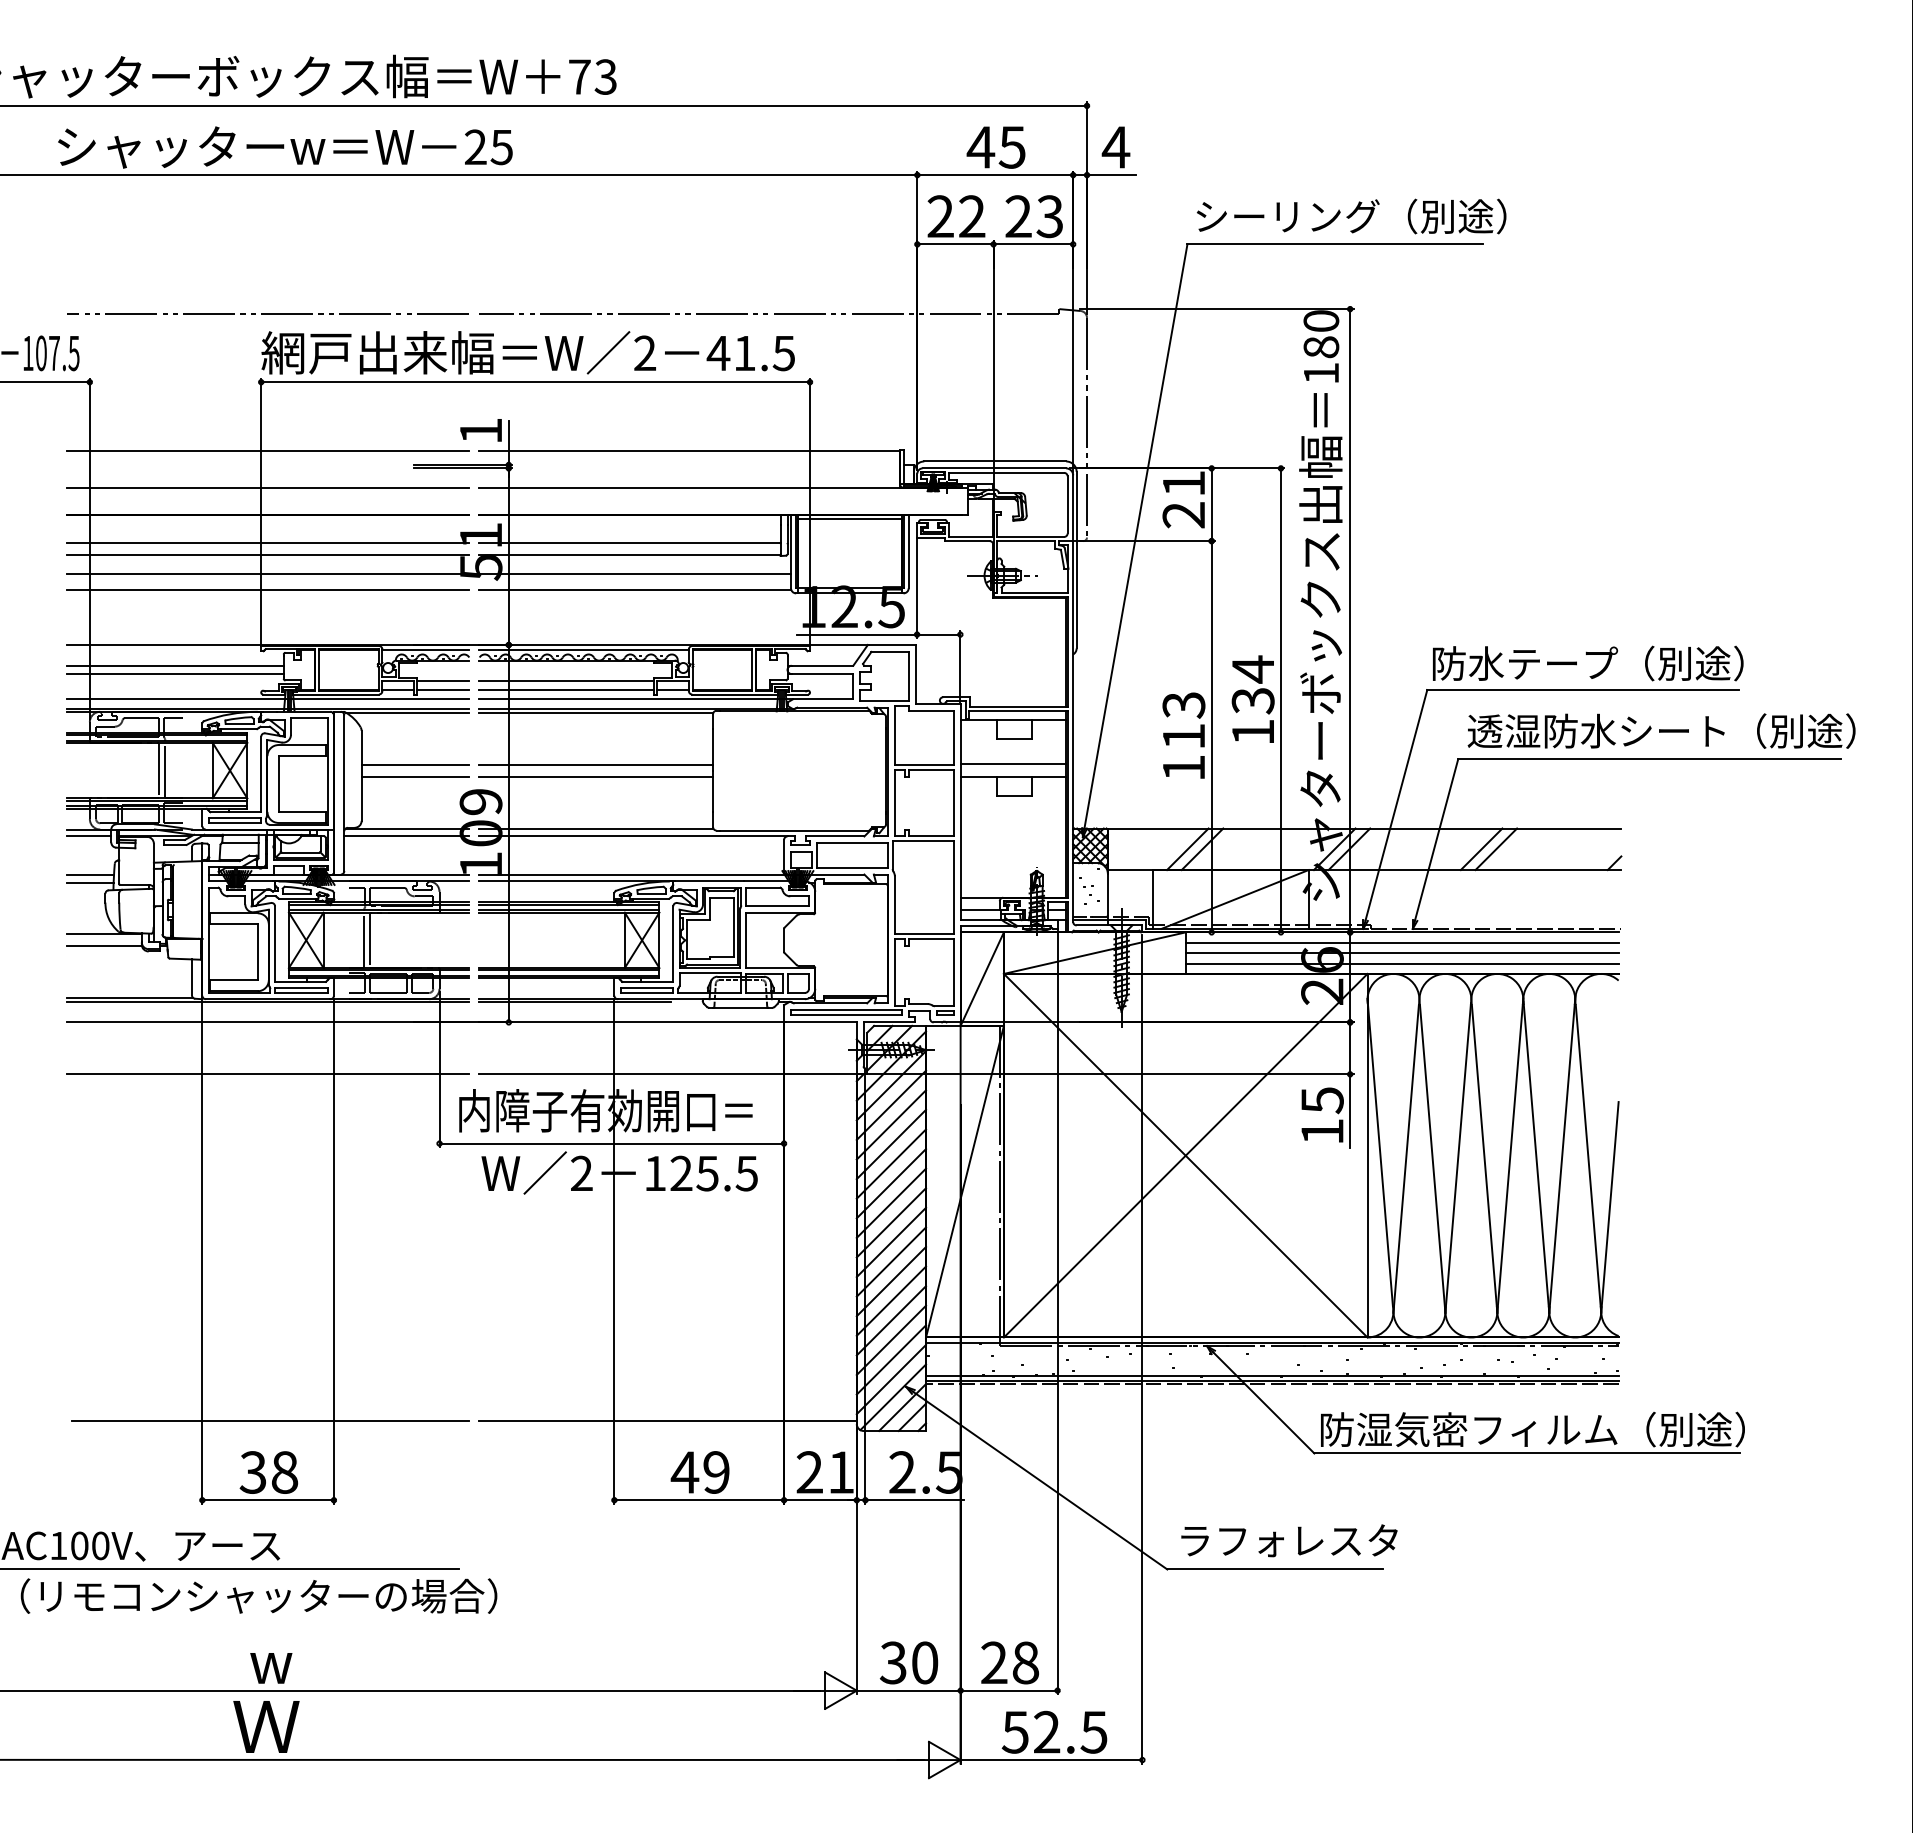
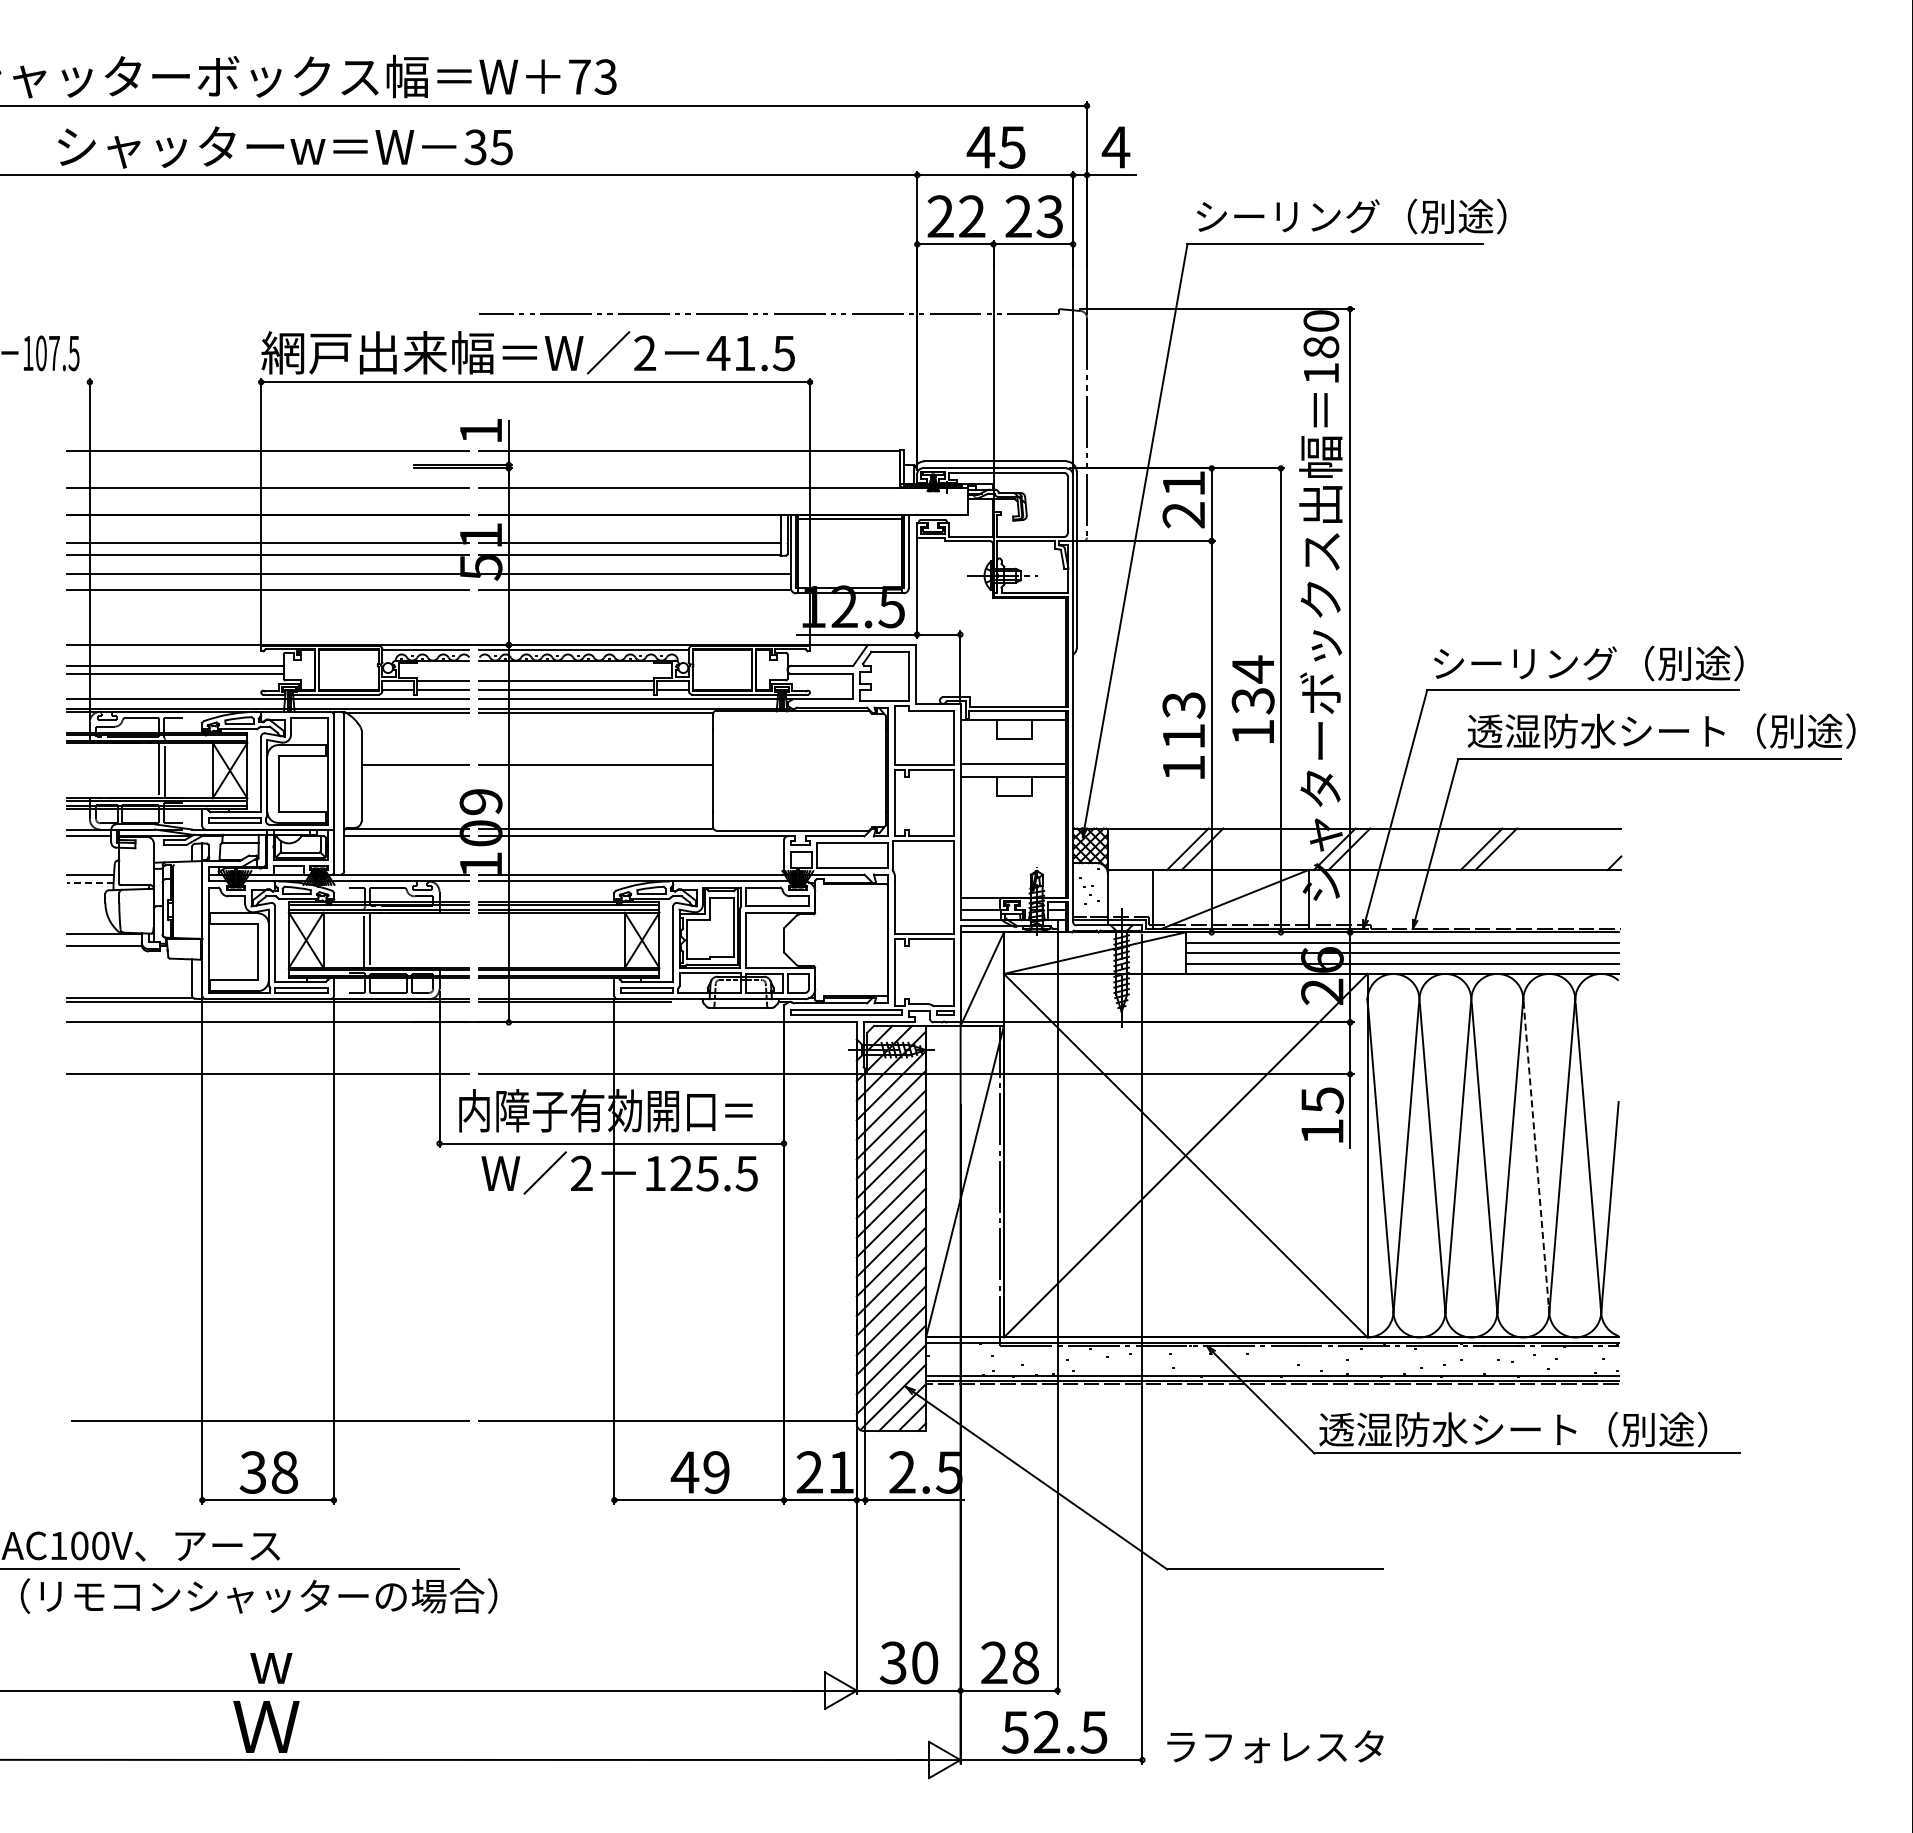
text at (475, 147): 25 -> 35
line at (267, 313): present -> none
line at (45, 382): present -> none
text at (1525, 663): 防水テープ（別途） -> シーリング（別途）
line at (414, 776): present -> none
line at (596, 776): present -> none
line at (90, 882): solid -> dashed
line at (1536, 1157): solid -> dashed
text at (1531, 1429): 防湿気密フィルム（別途） -> 透湿防水シート（別途）
text at (1289, 1540) position: (1289, 1540) -> (1275, 1746)
